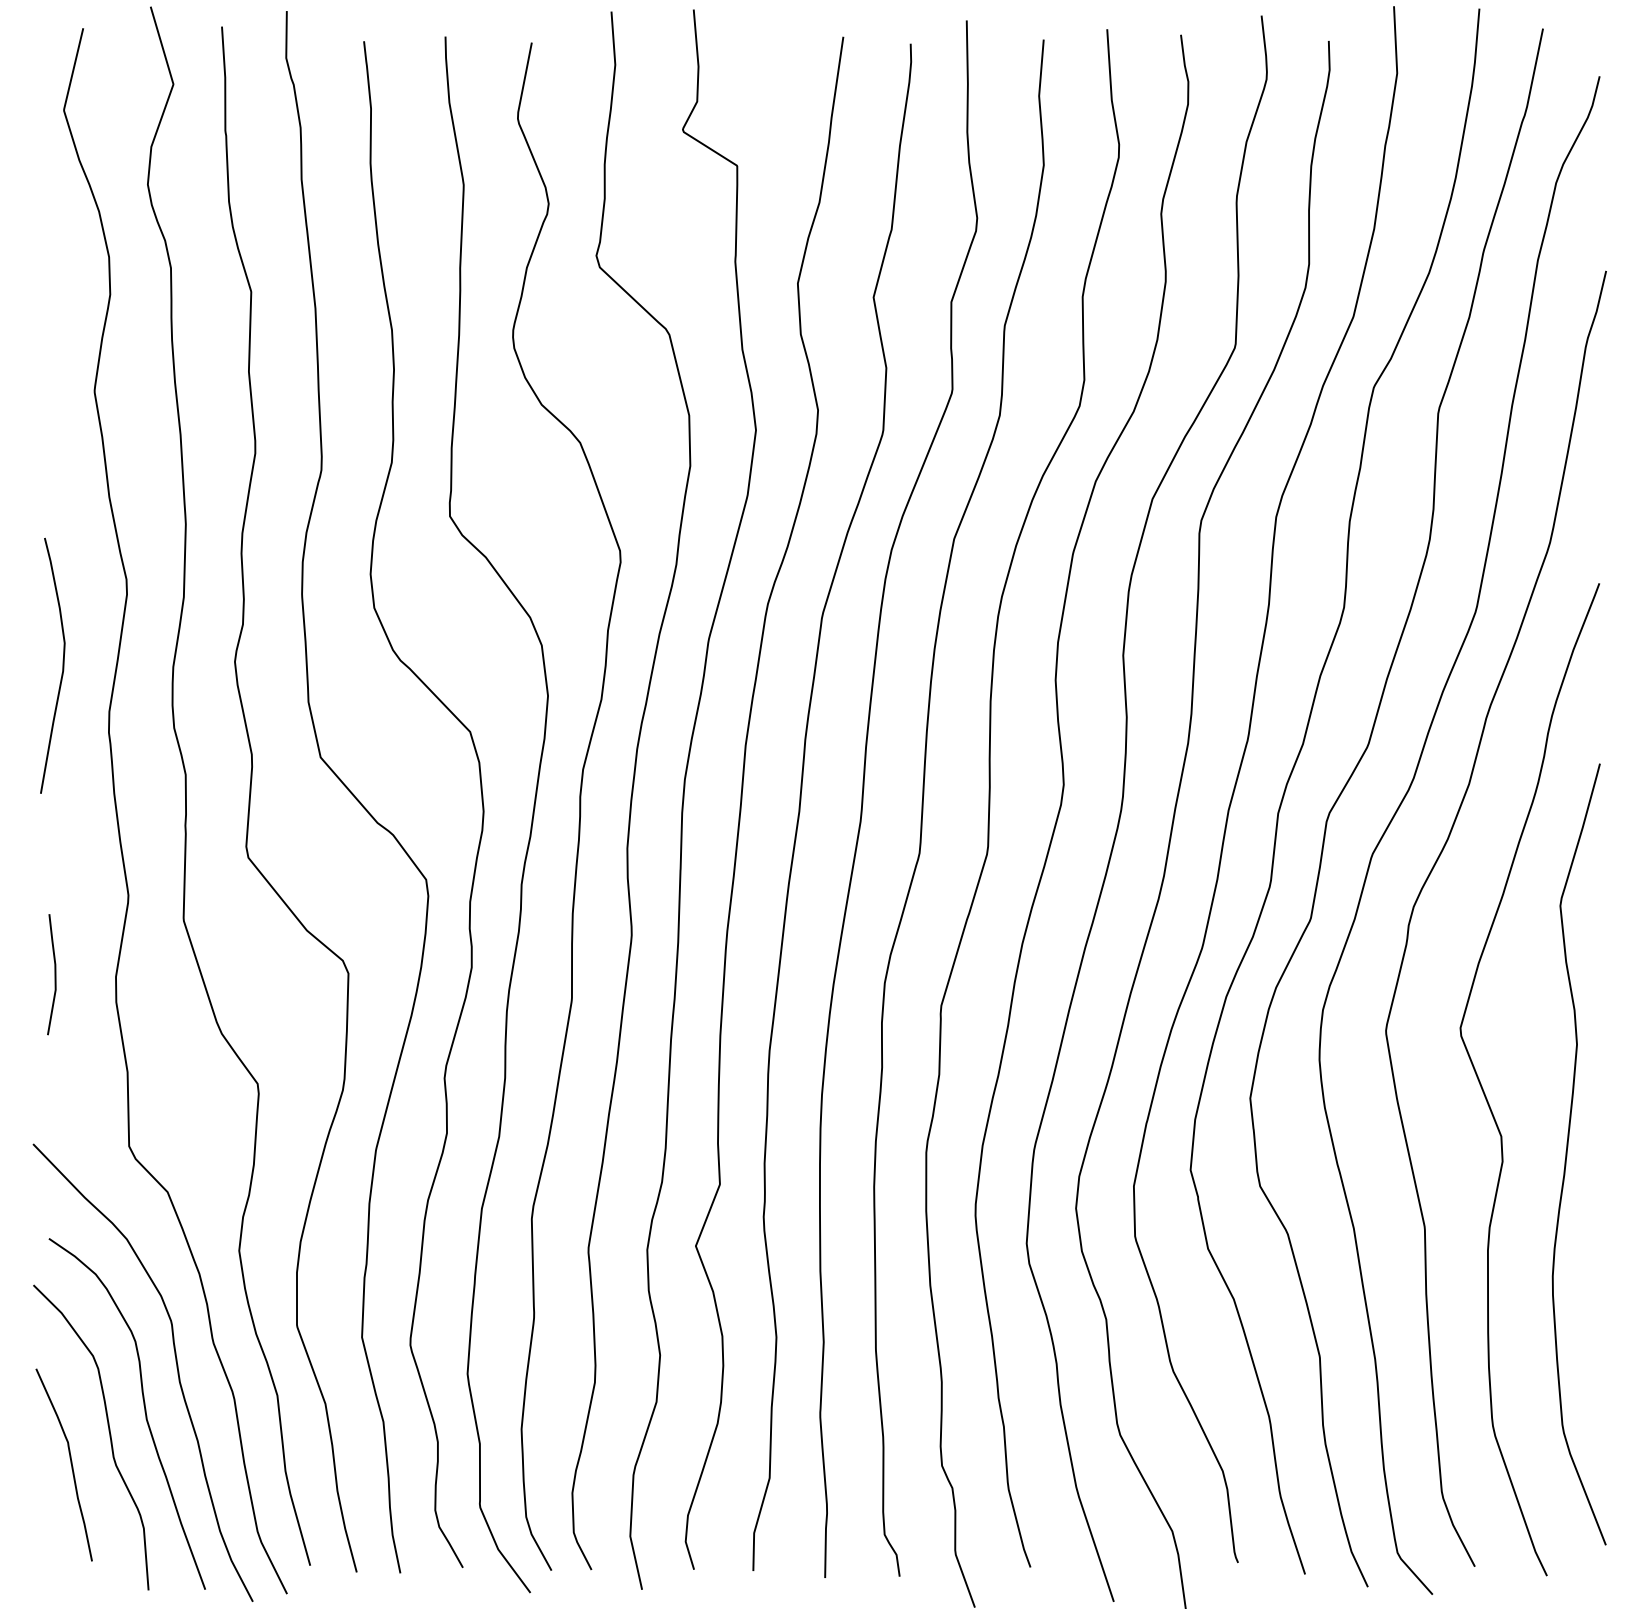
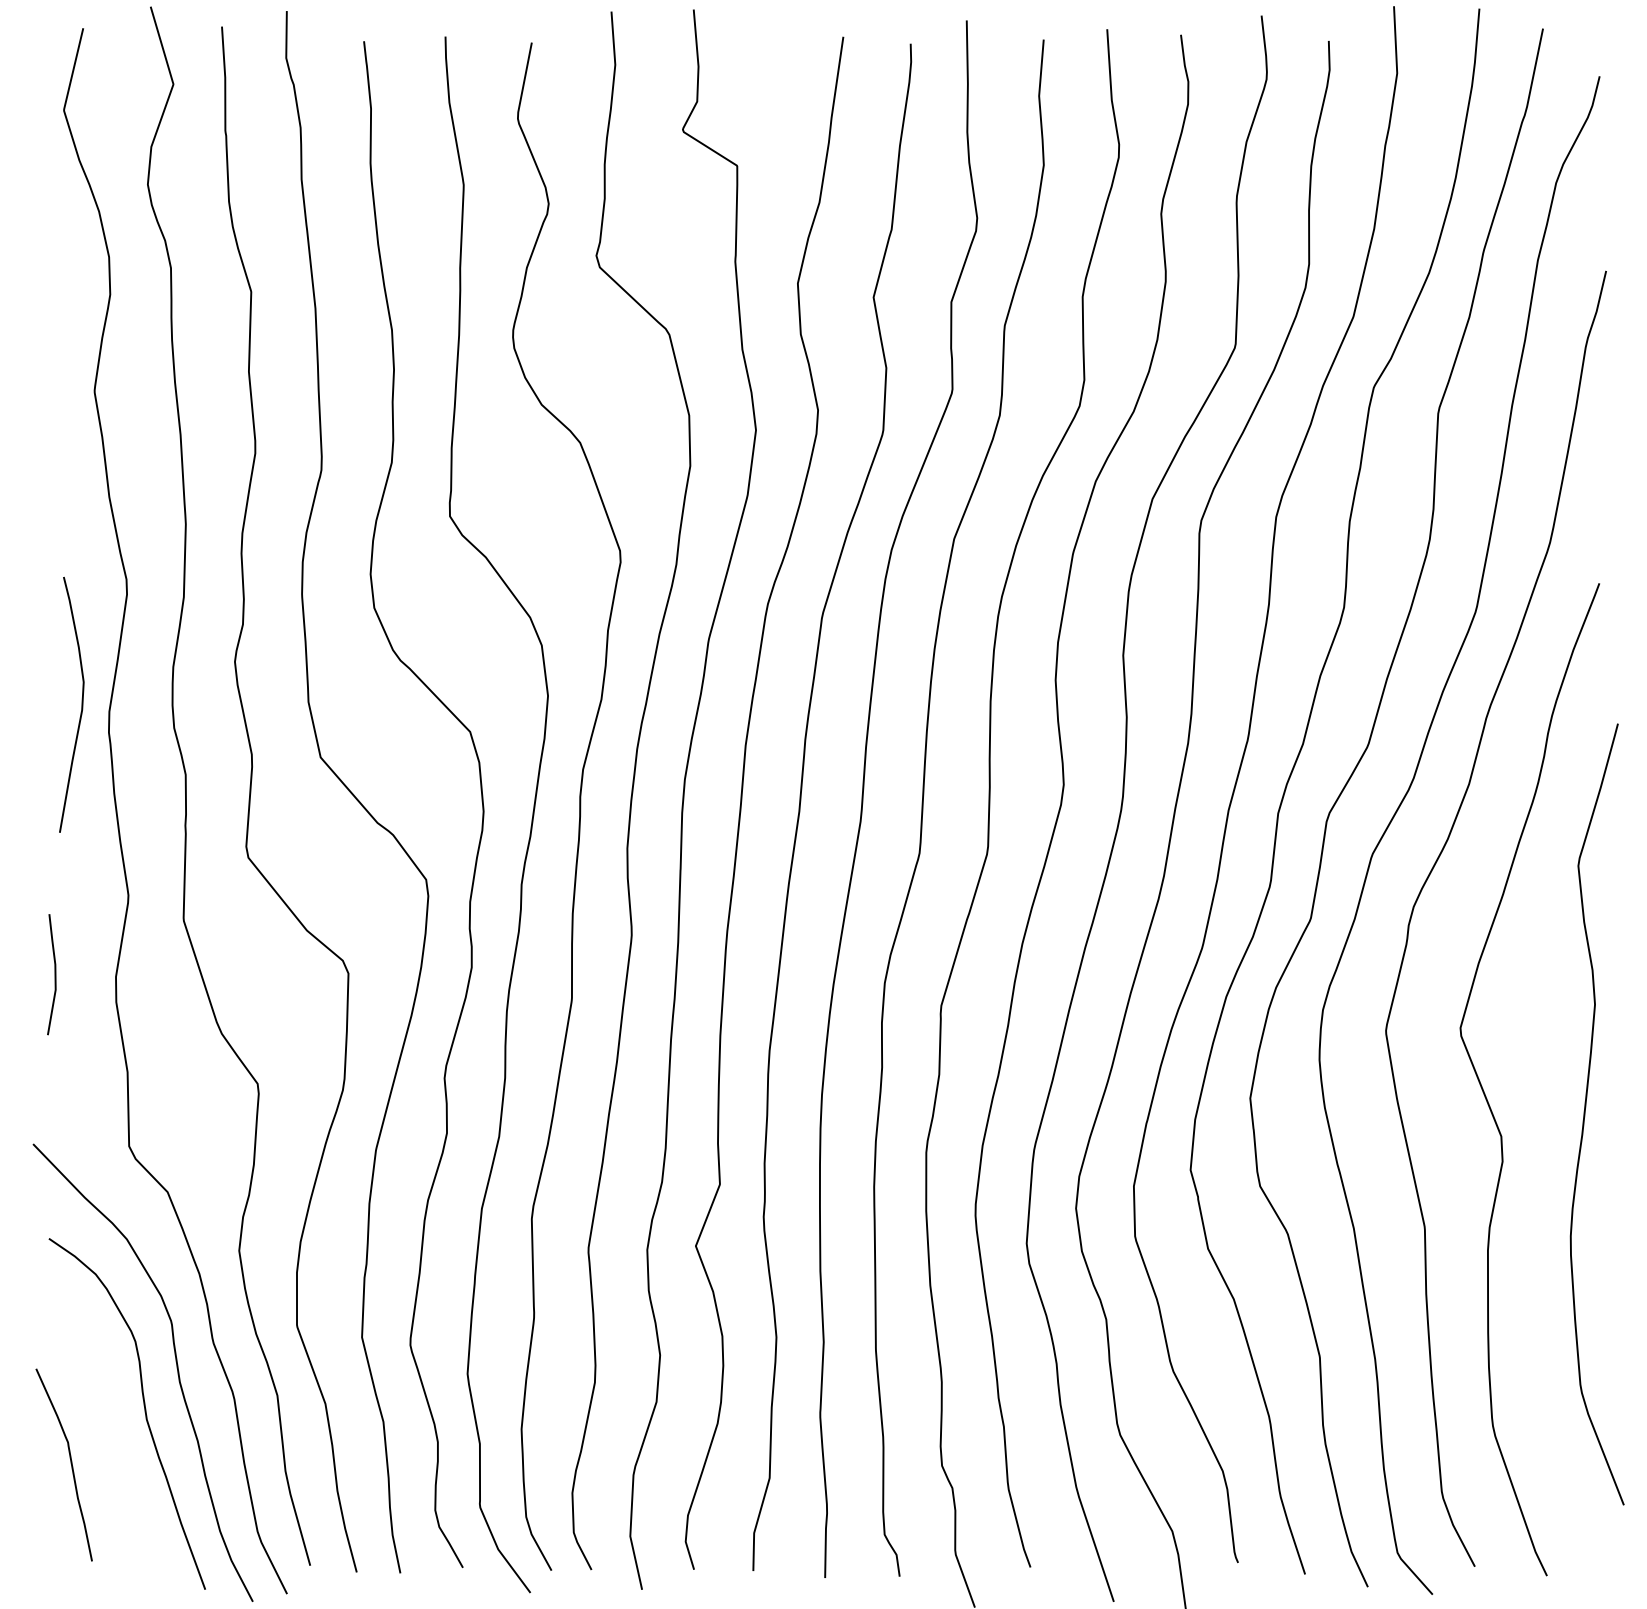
curve at (62, 665) position: (62, 665) -> (81, 704)
curve at (1567, 1154) position: (1567, 1154) -> (1585, 1114)
curve at (109, 1437): present -> none
